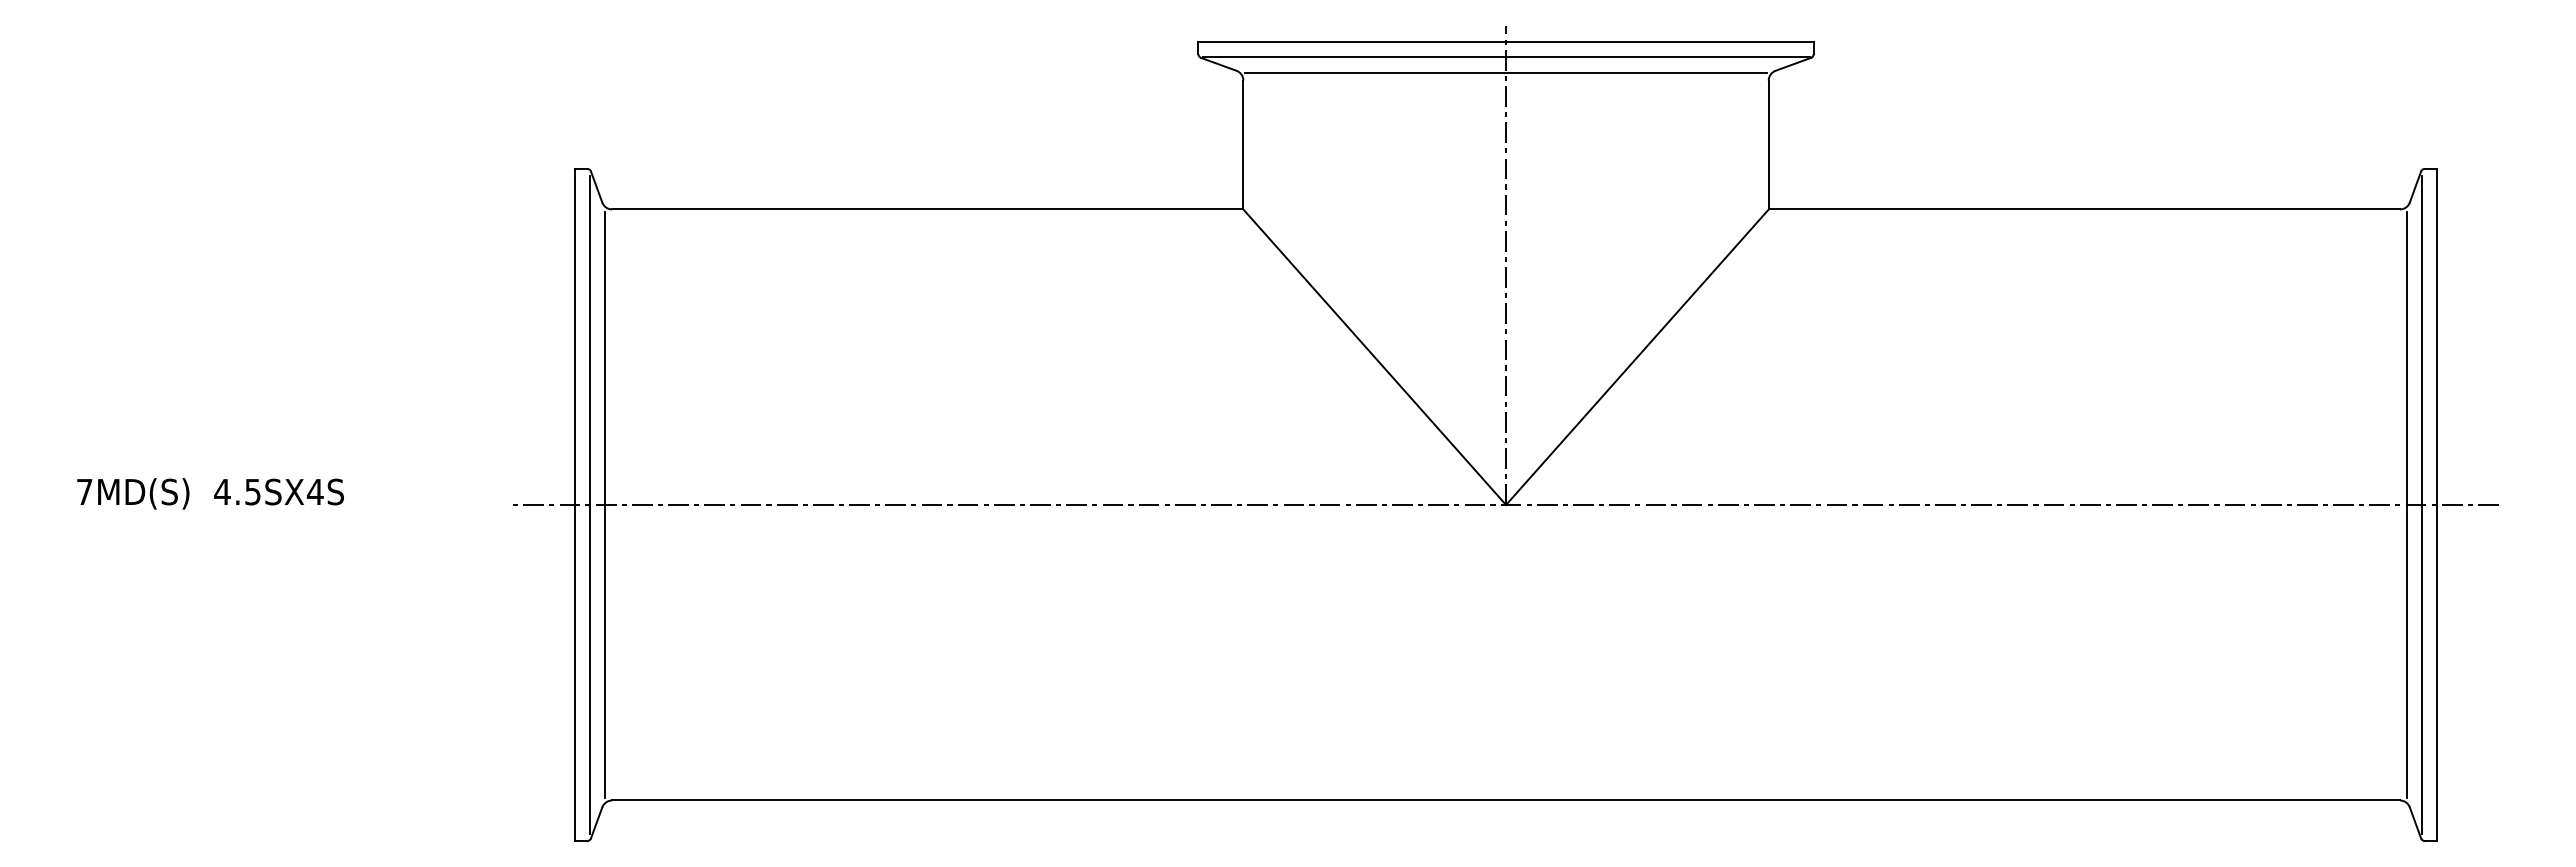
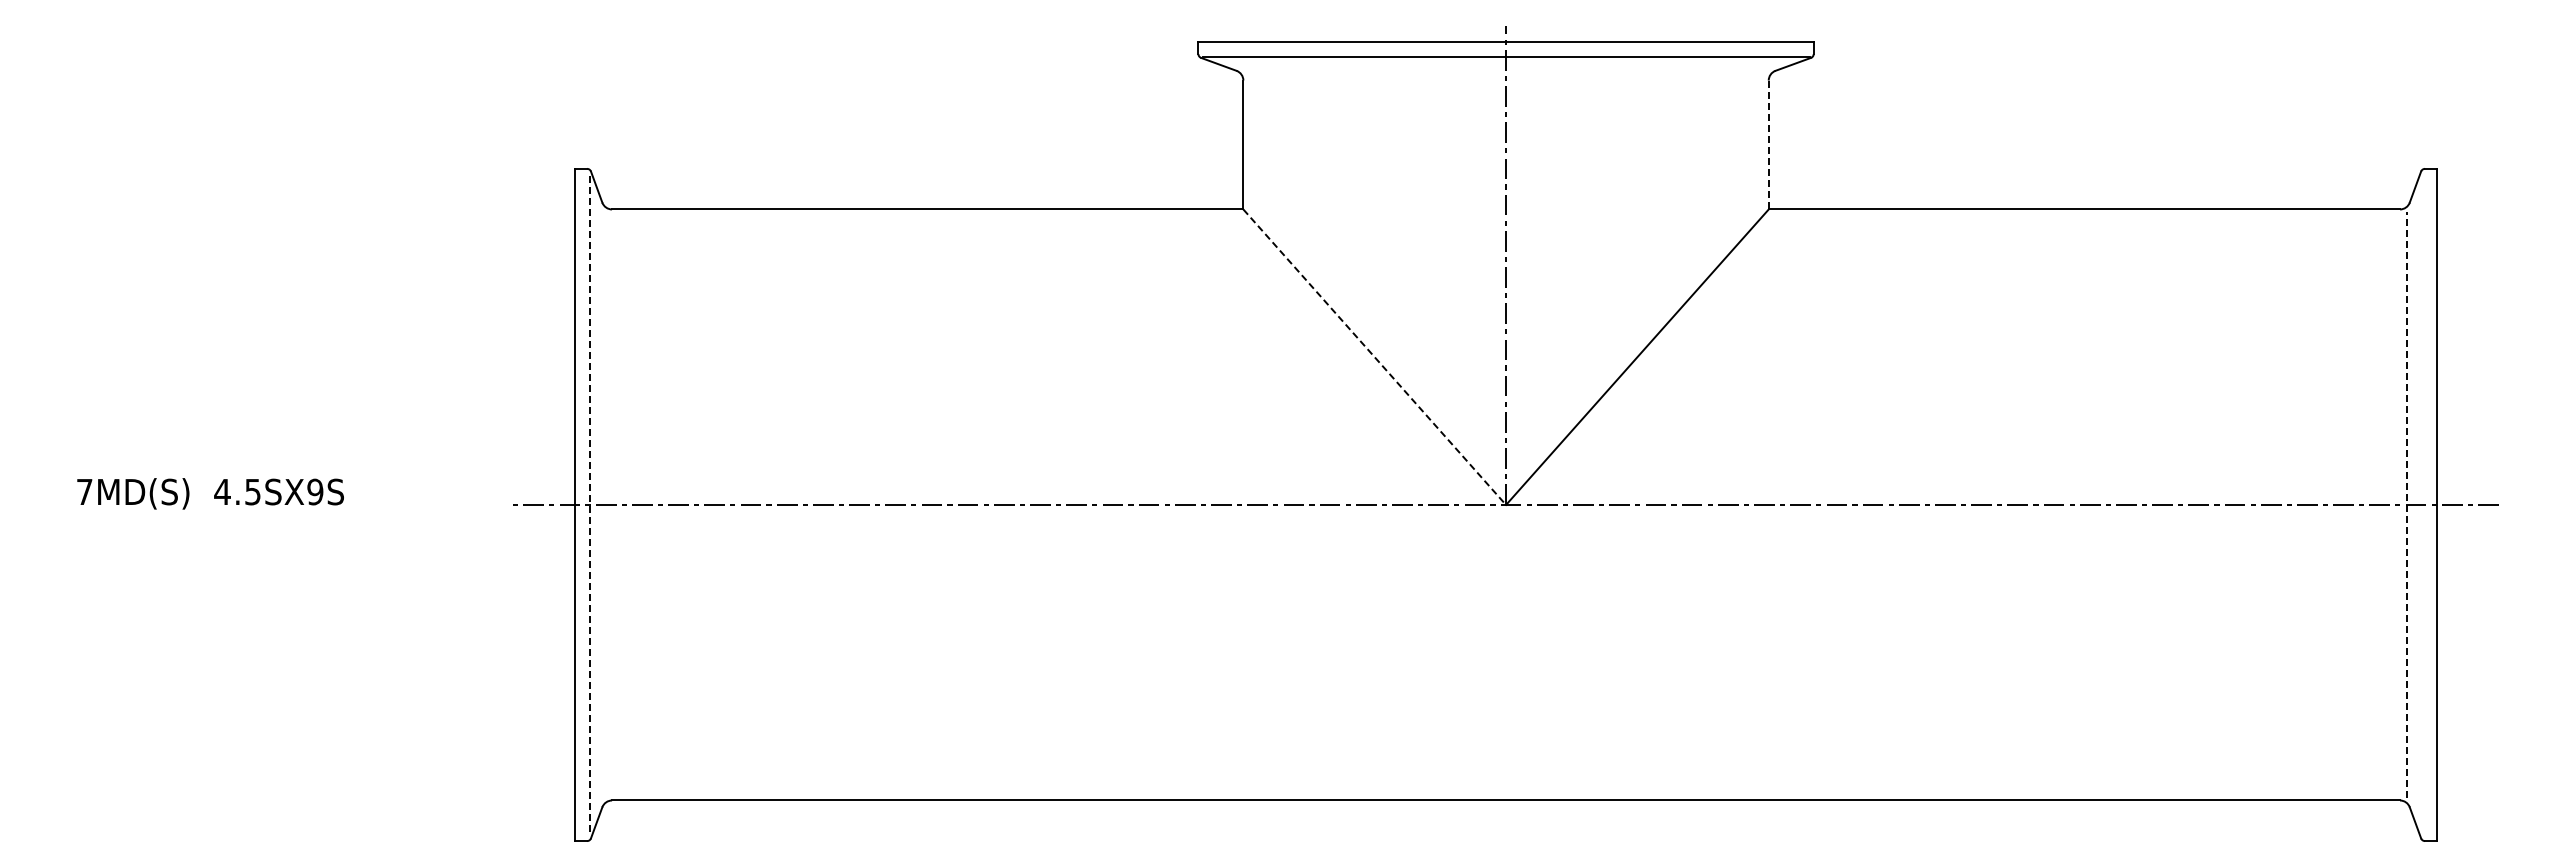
line at (1505, 73): present -> none
line at (1768, 144): solid -> dashed
line at (1374, 357): solid -> dashed
text at (314, 491): 4.5SX4S -> 4.5SX9S
line at (590, 504): solid -> dashed
line at (604, 504): present -> none
line at (2407, 504): solid -> dashed
line at (2422, 504): present -> none
